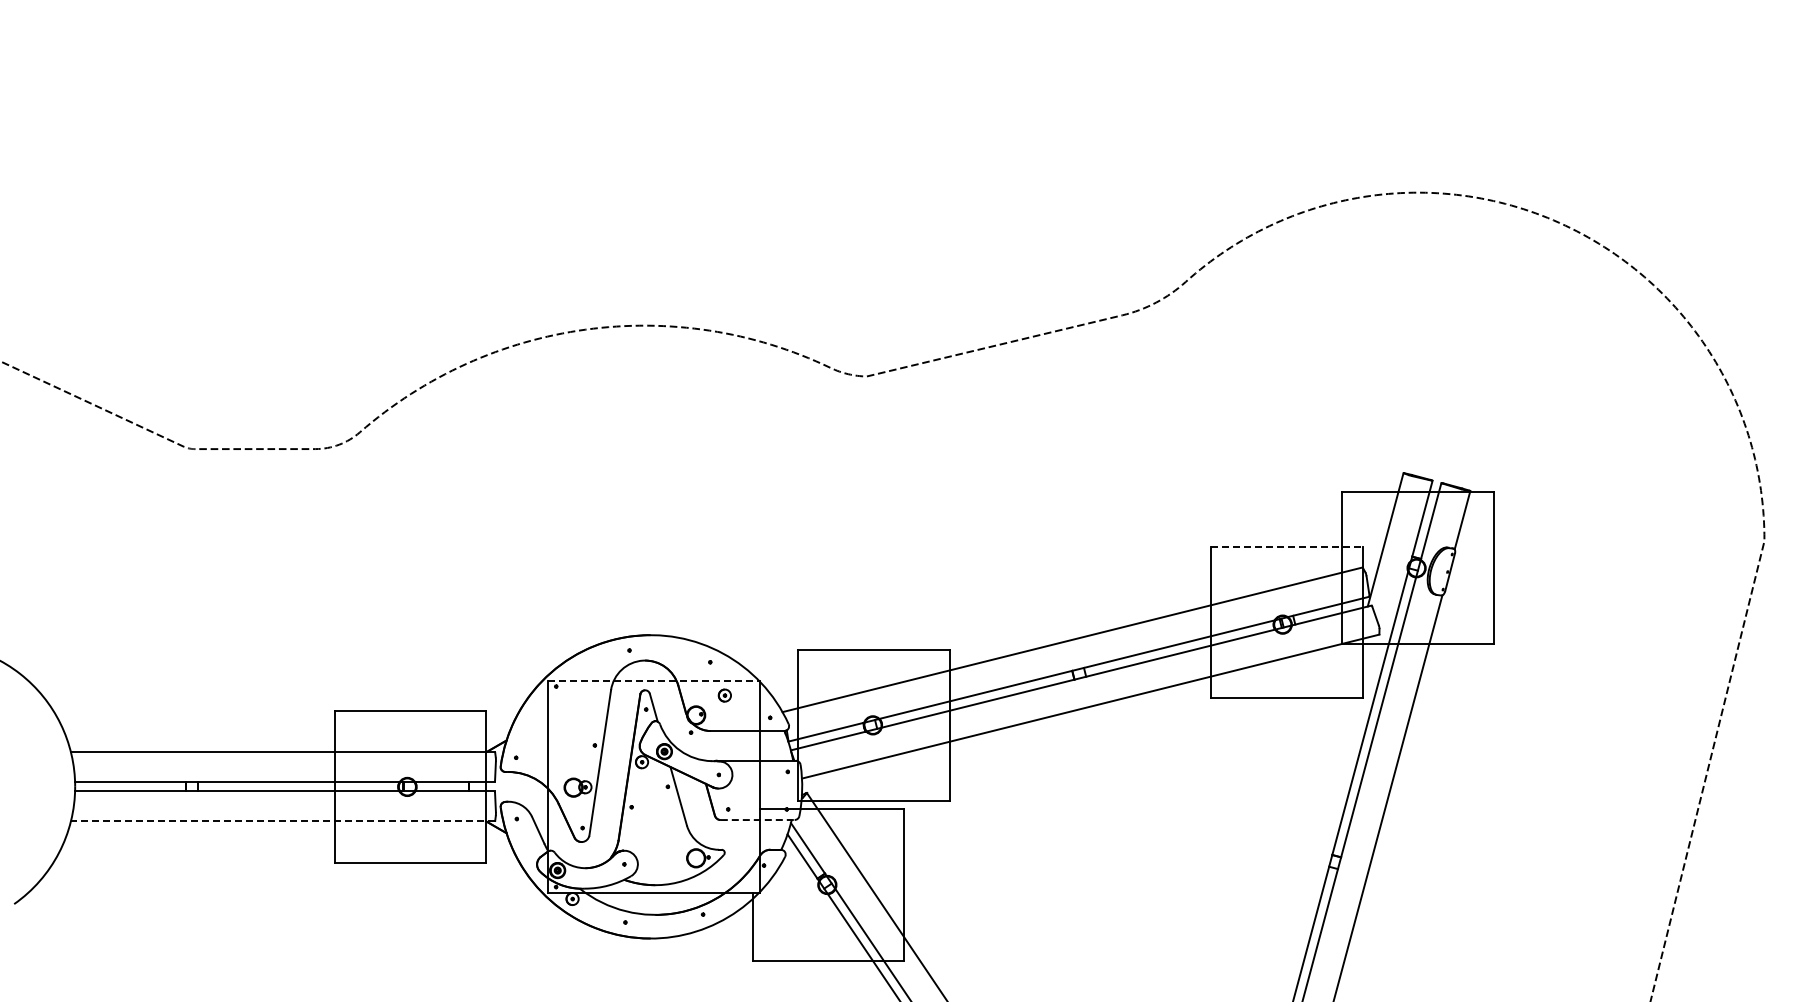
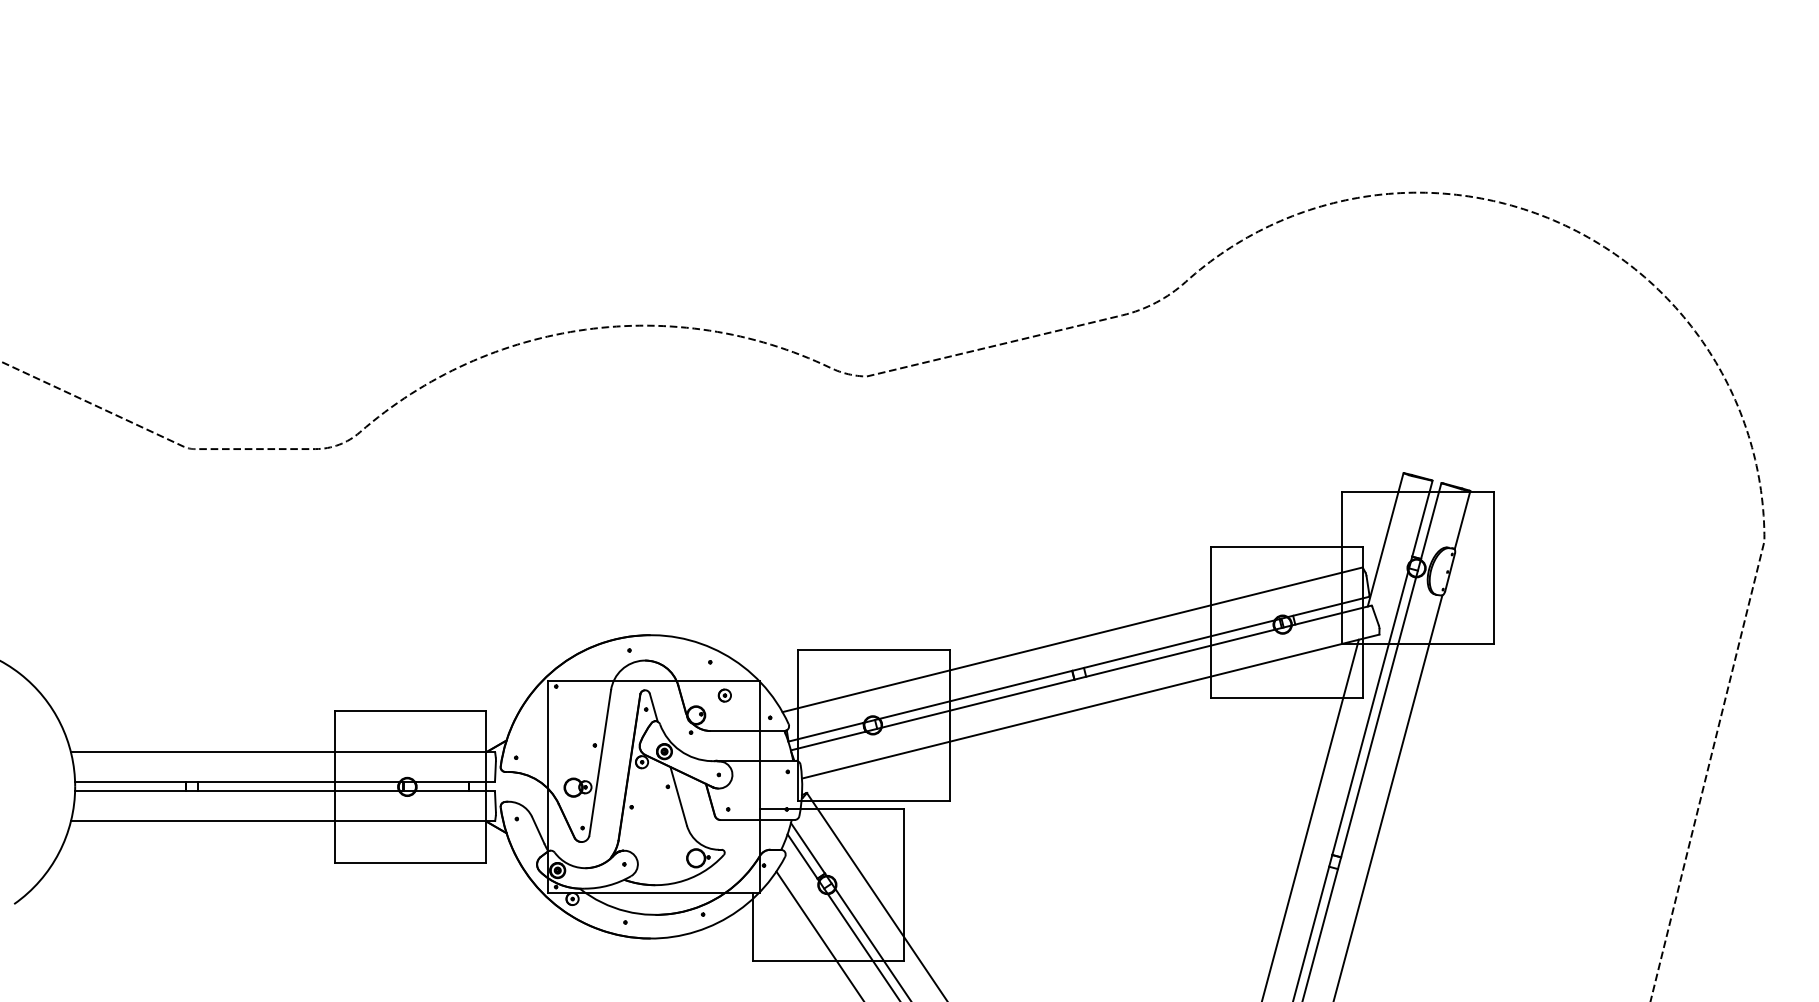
line at (1286, 546): dashed -> solid
line at (654, 680): dashed -> solid
line at (1310, 818): none -> present
line at (757, 820): dashed -> solid
line at (282, 821): dashed -> solid
line at (819, 934): none -> present
